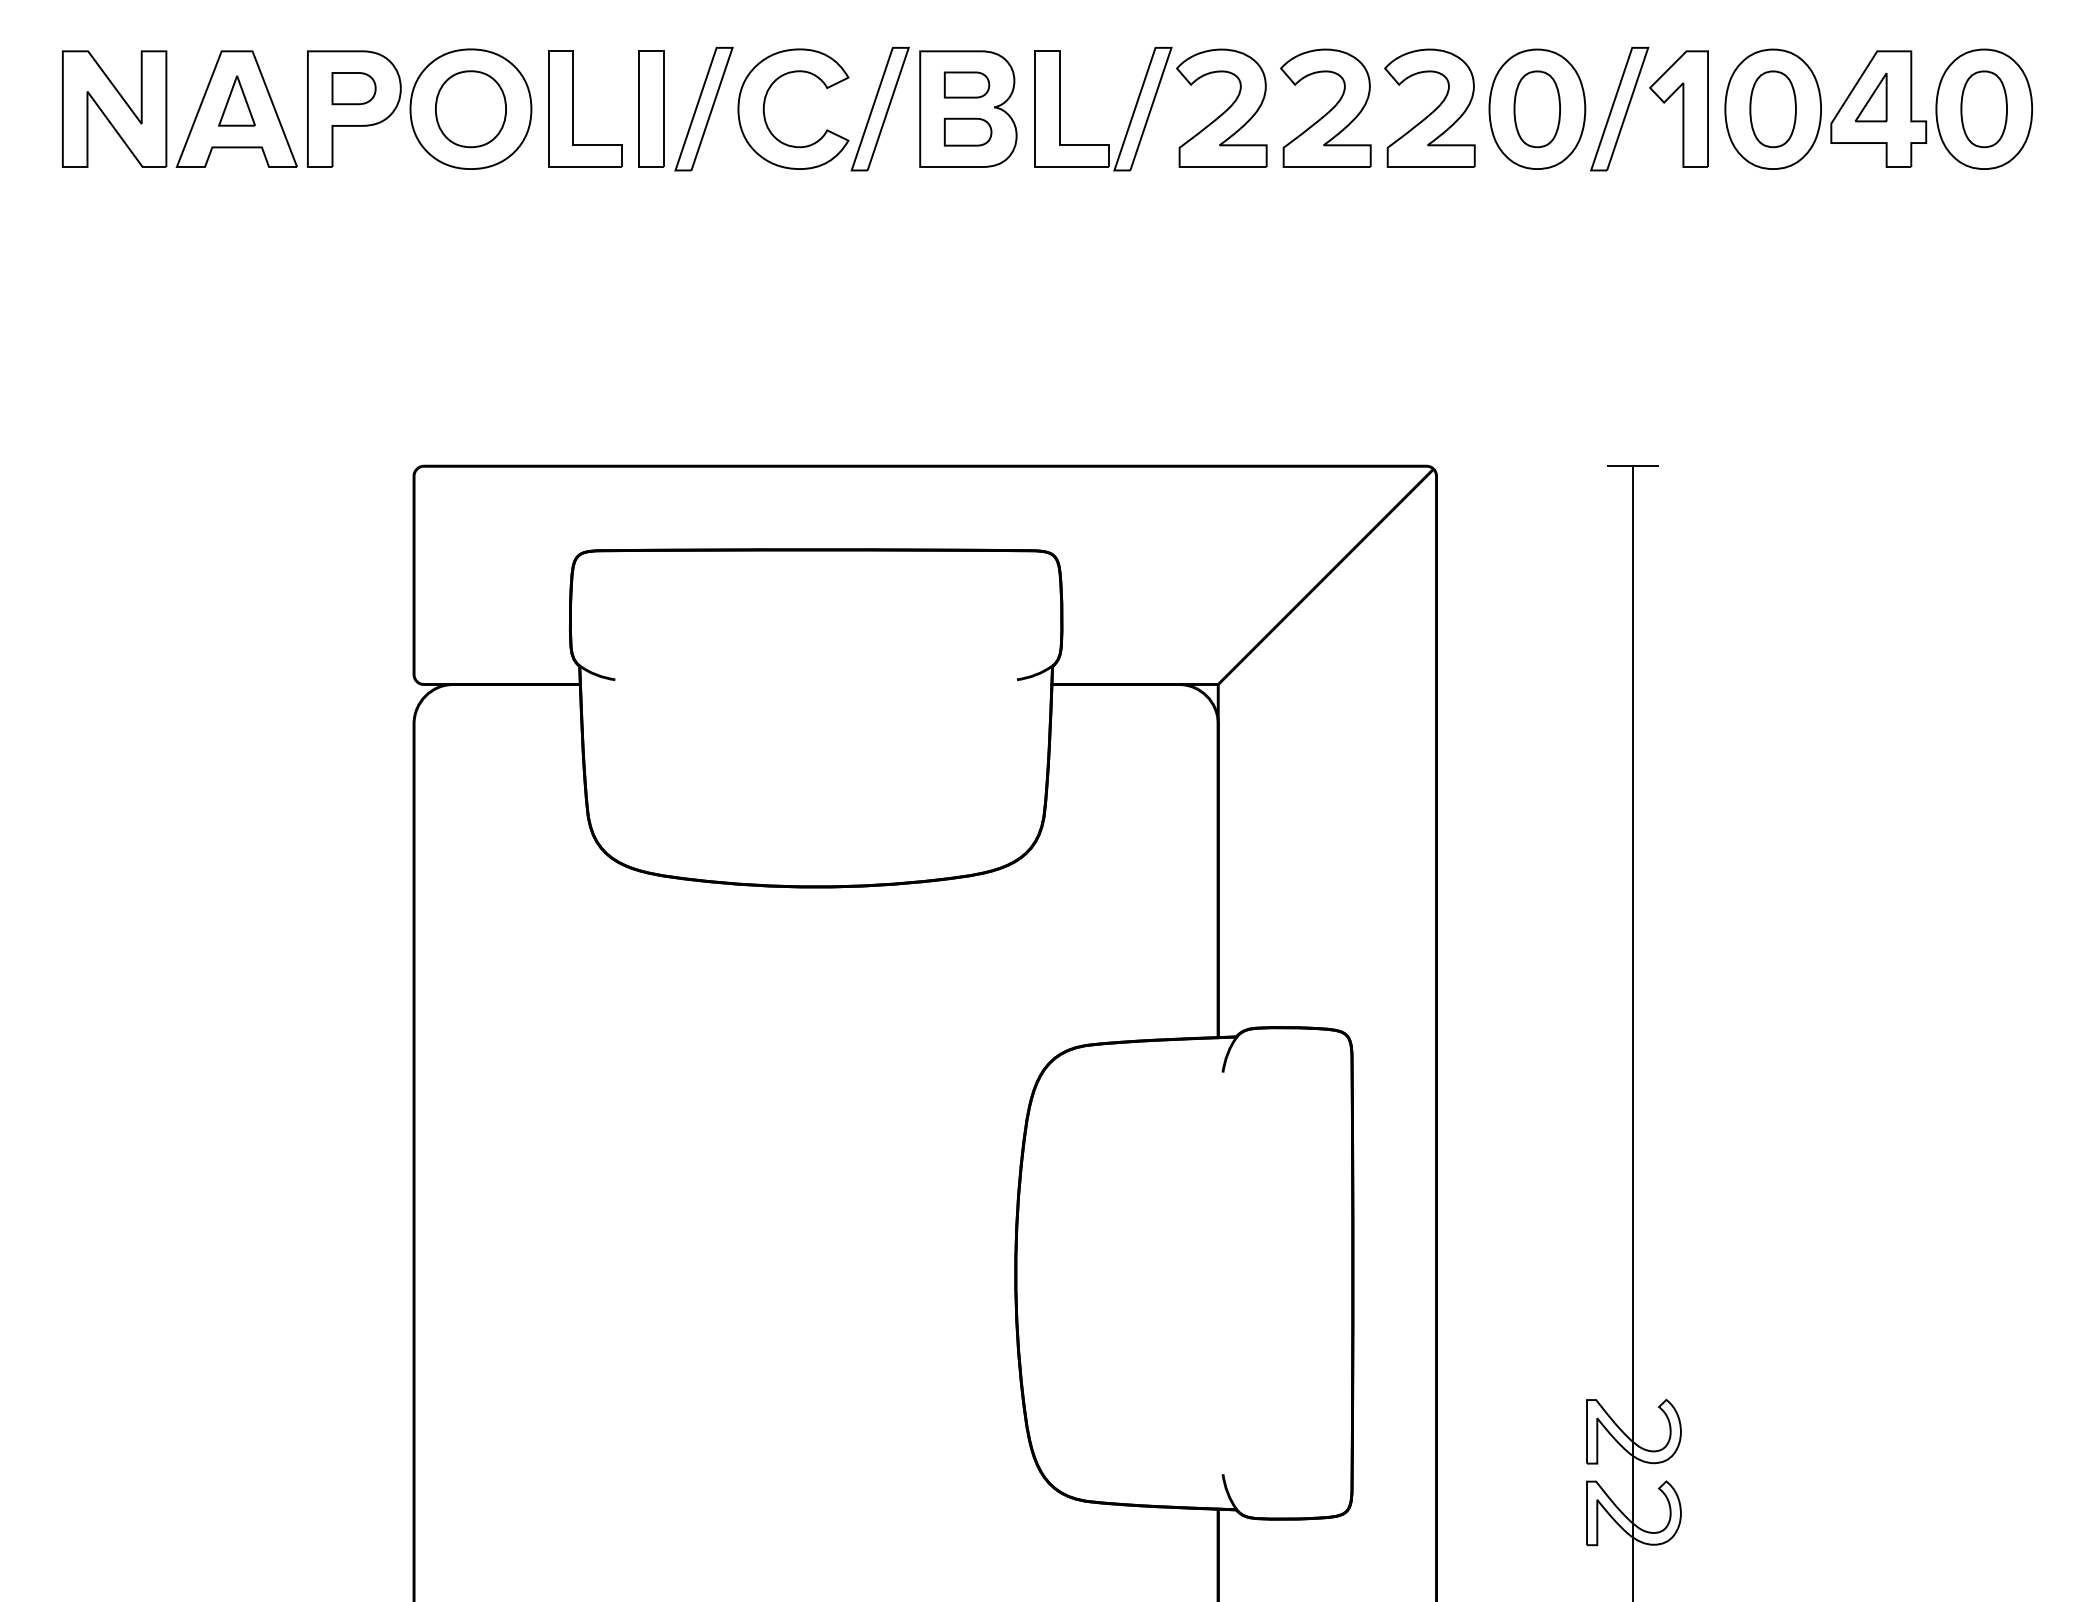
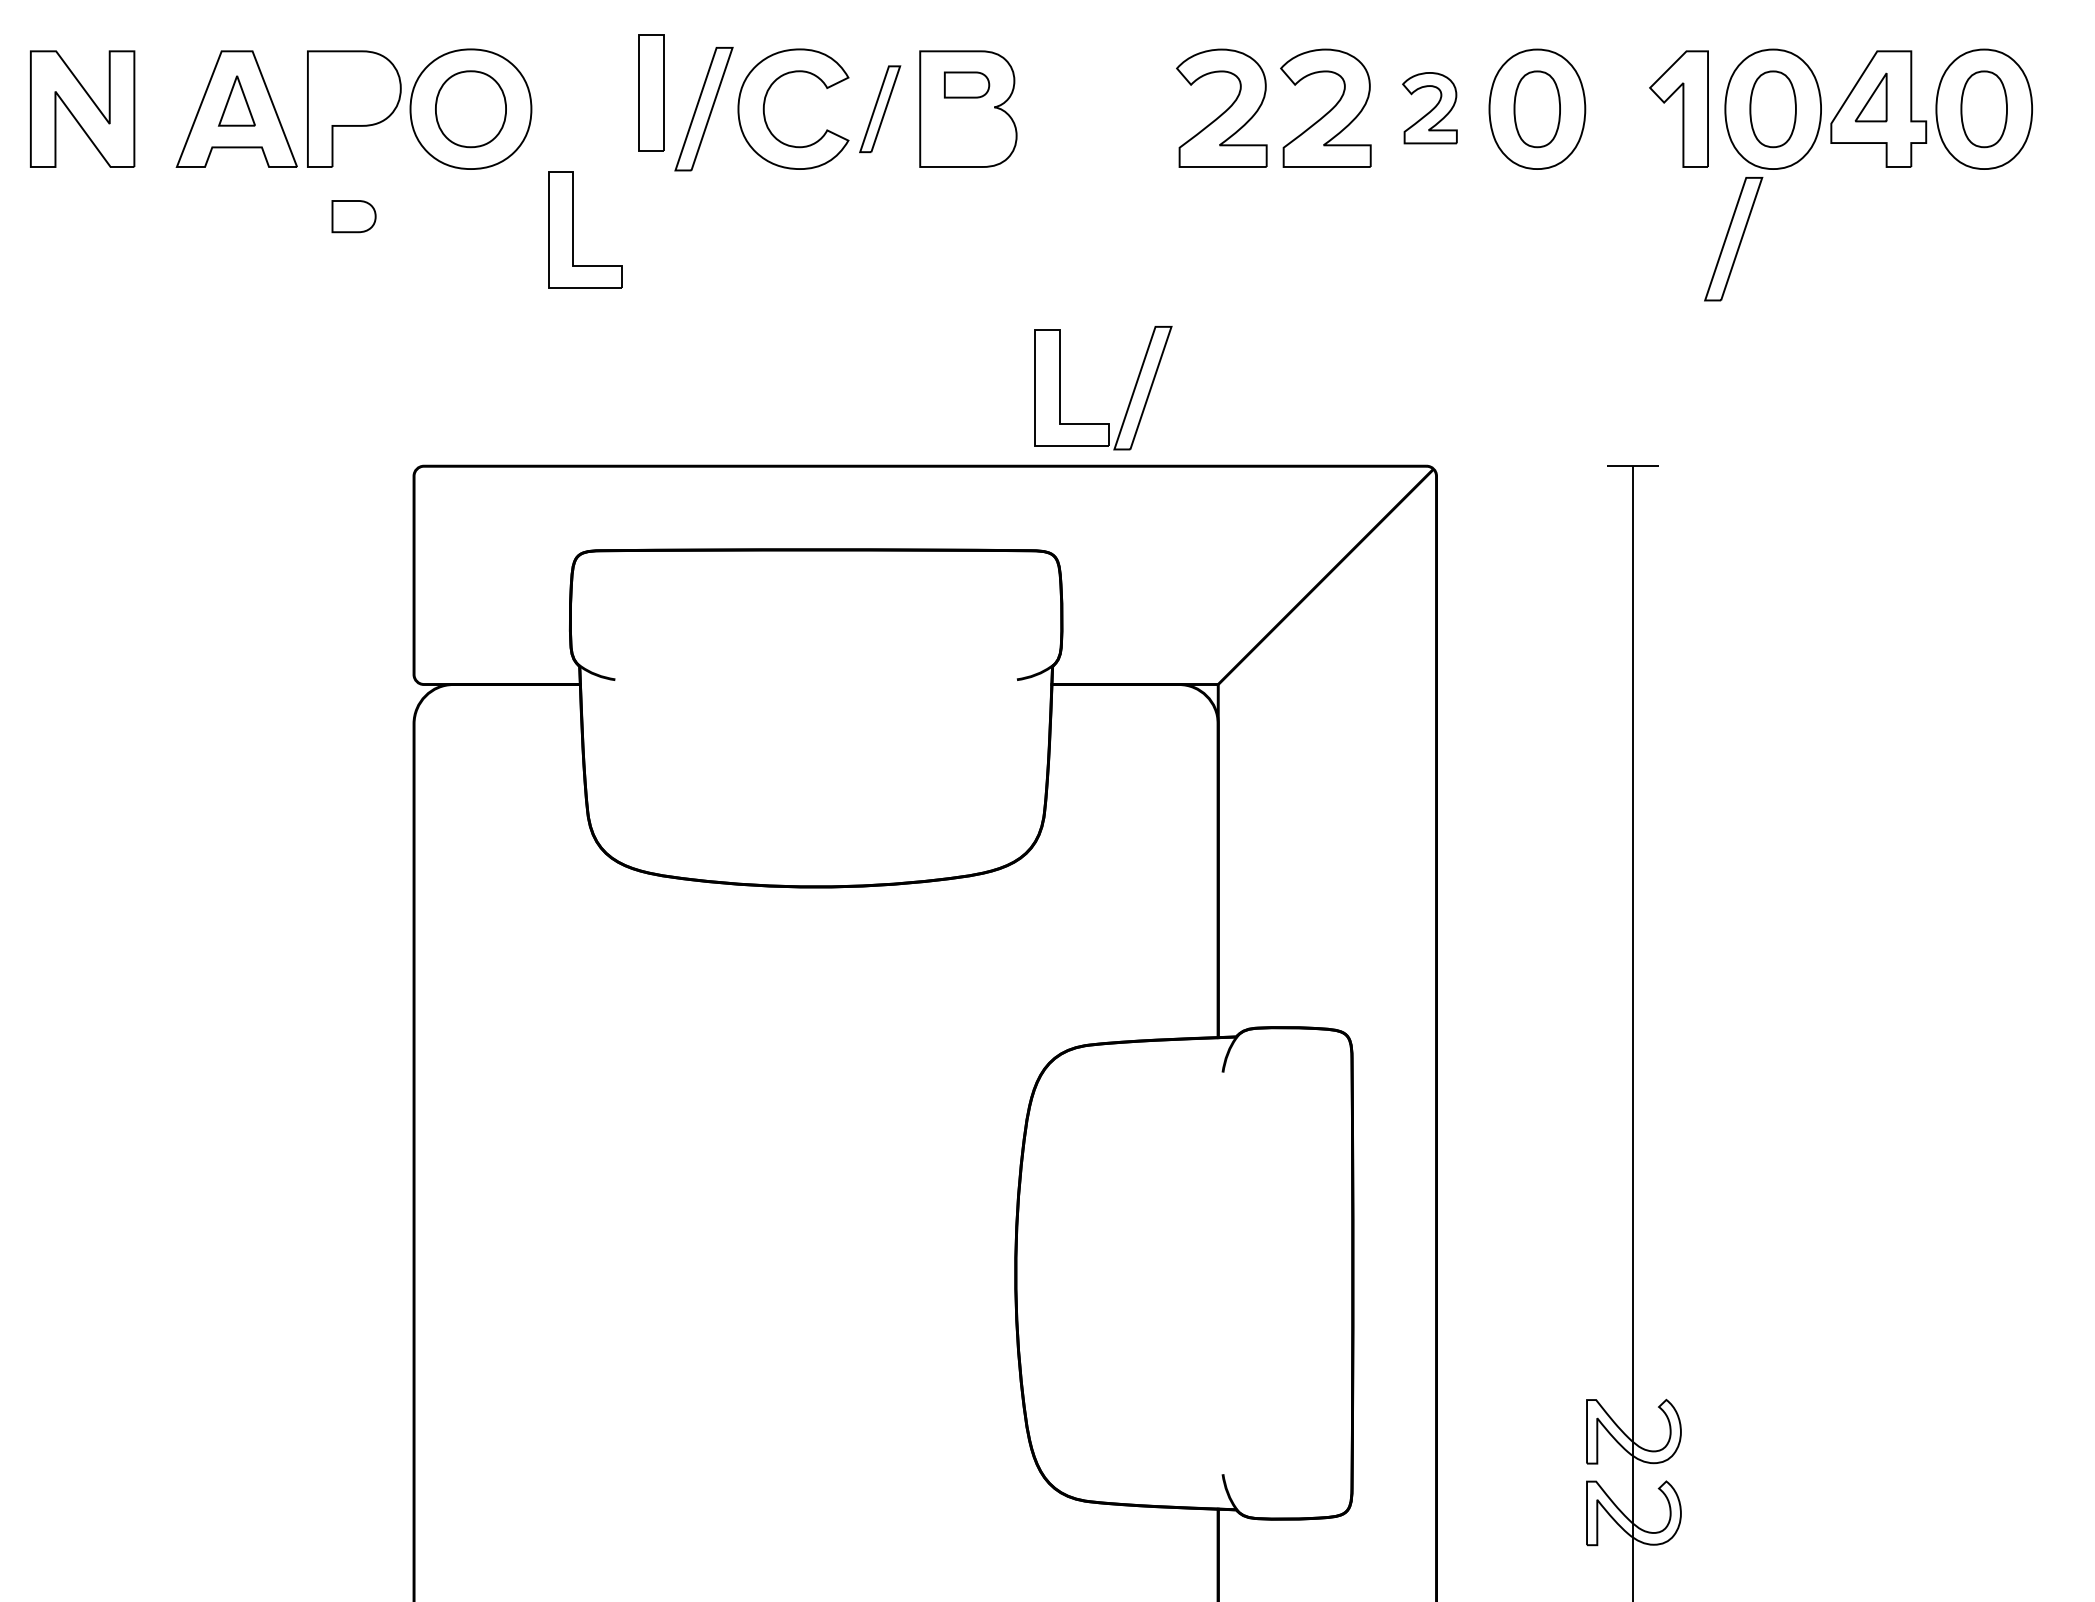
part at (353, 88) position: (353, 88) -> (353, 216)
part at (1429, 107) size: 92x120 px -> 56x73 px
part at (114, 108) position: (114, 108) -> (82, 108)
part at (573, 108) position: (573, 108) -> (573, 229)
part at (651, 108) position: (651, 108) -> (651, 92)
part at (879, 109) size: 60x125 px -> 43x89 px
part at (1619, 109) position: (1619, 109) -> (1733, 239)
part at (1130, 118) position: (1130, 118) -> (1130, 397)
part at (968, 131): present -> none
